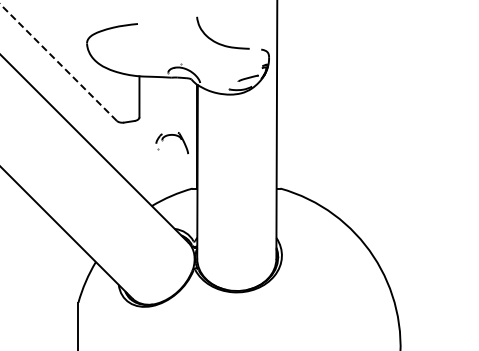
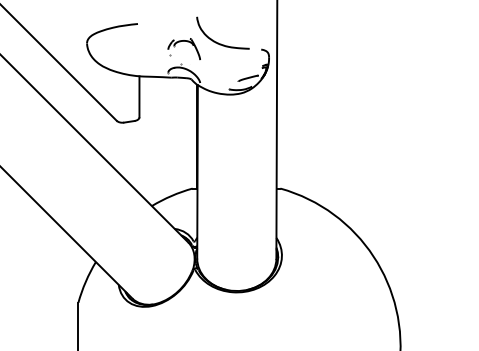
line at (58, 62): dashed -> solid
part at (168, 136) position: (168, 136) -> (180, 42)
